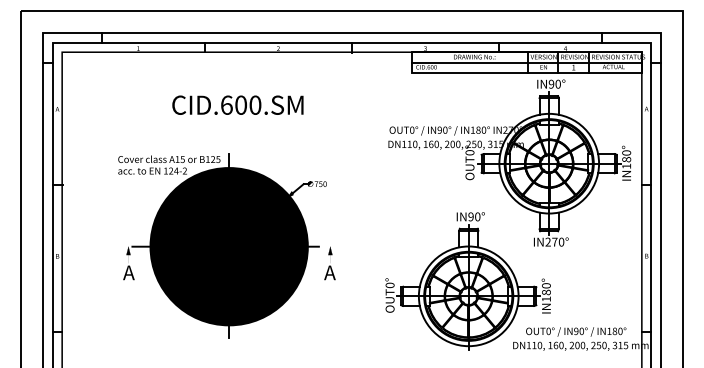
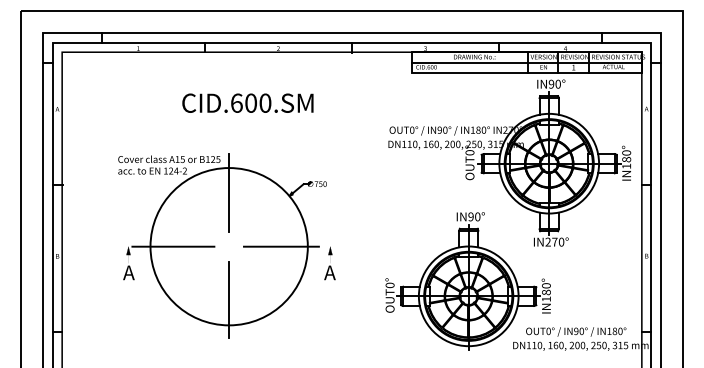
text at (237, 104) position: (237, 104) -> (247, 102)
fill at (228, 246): present -> none
